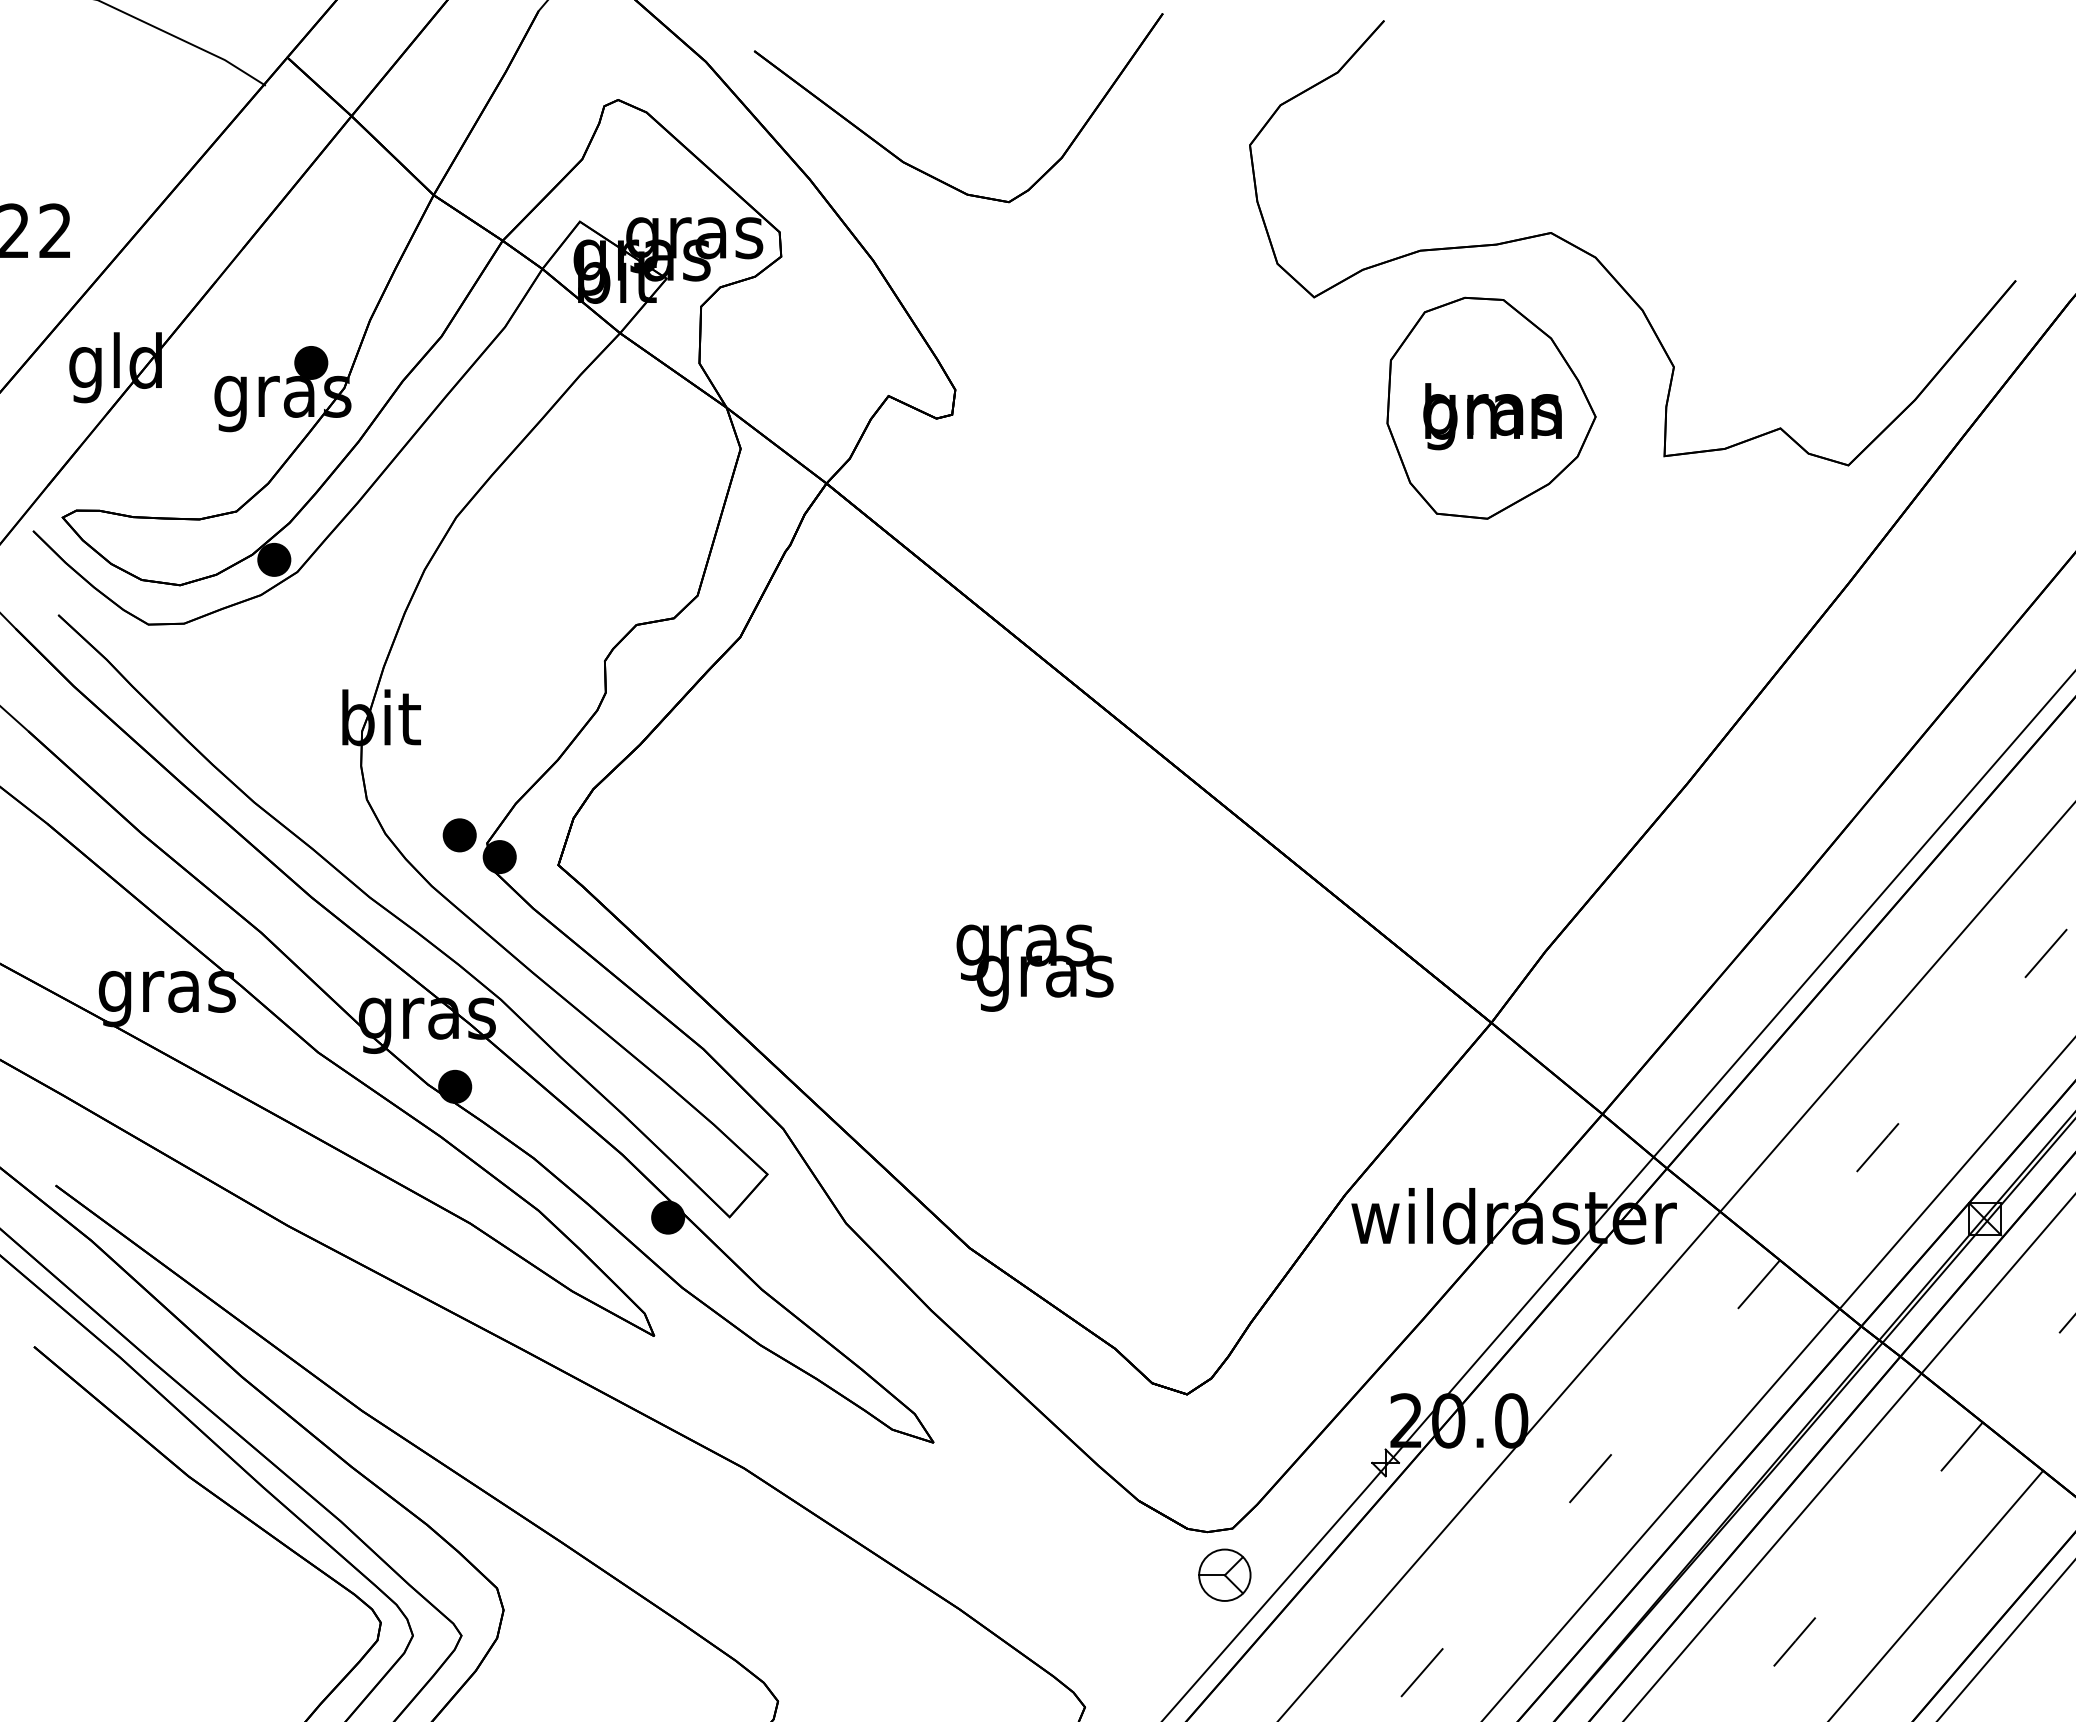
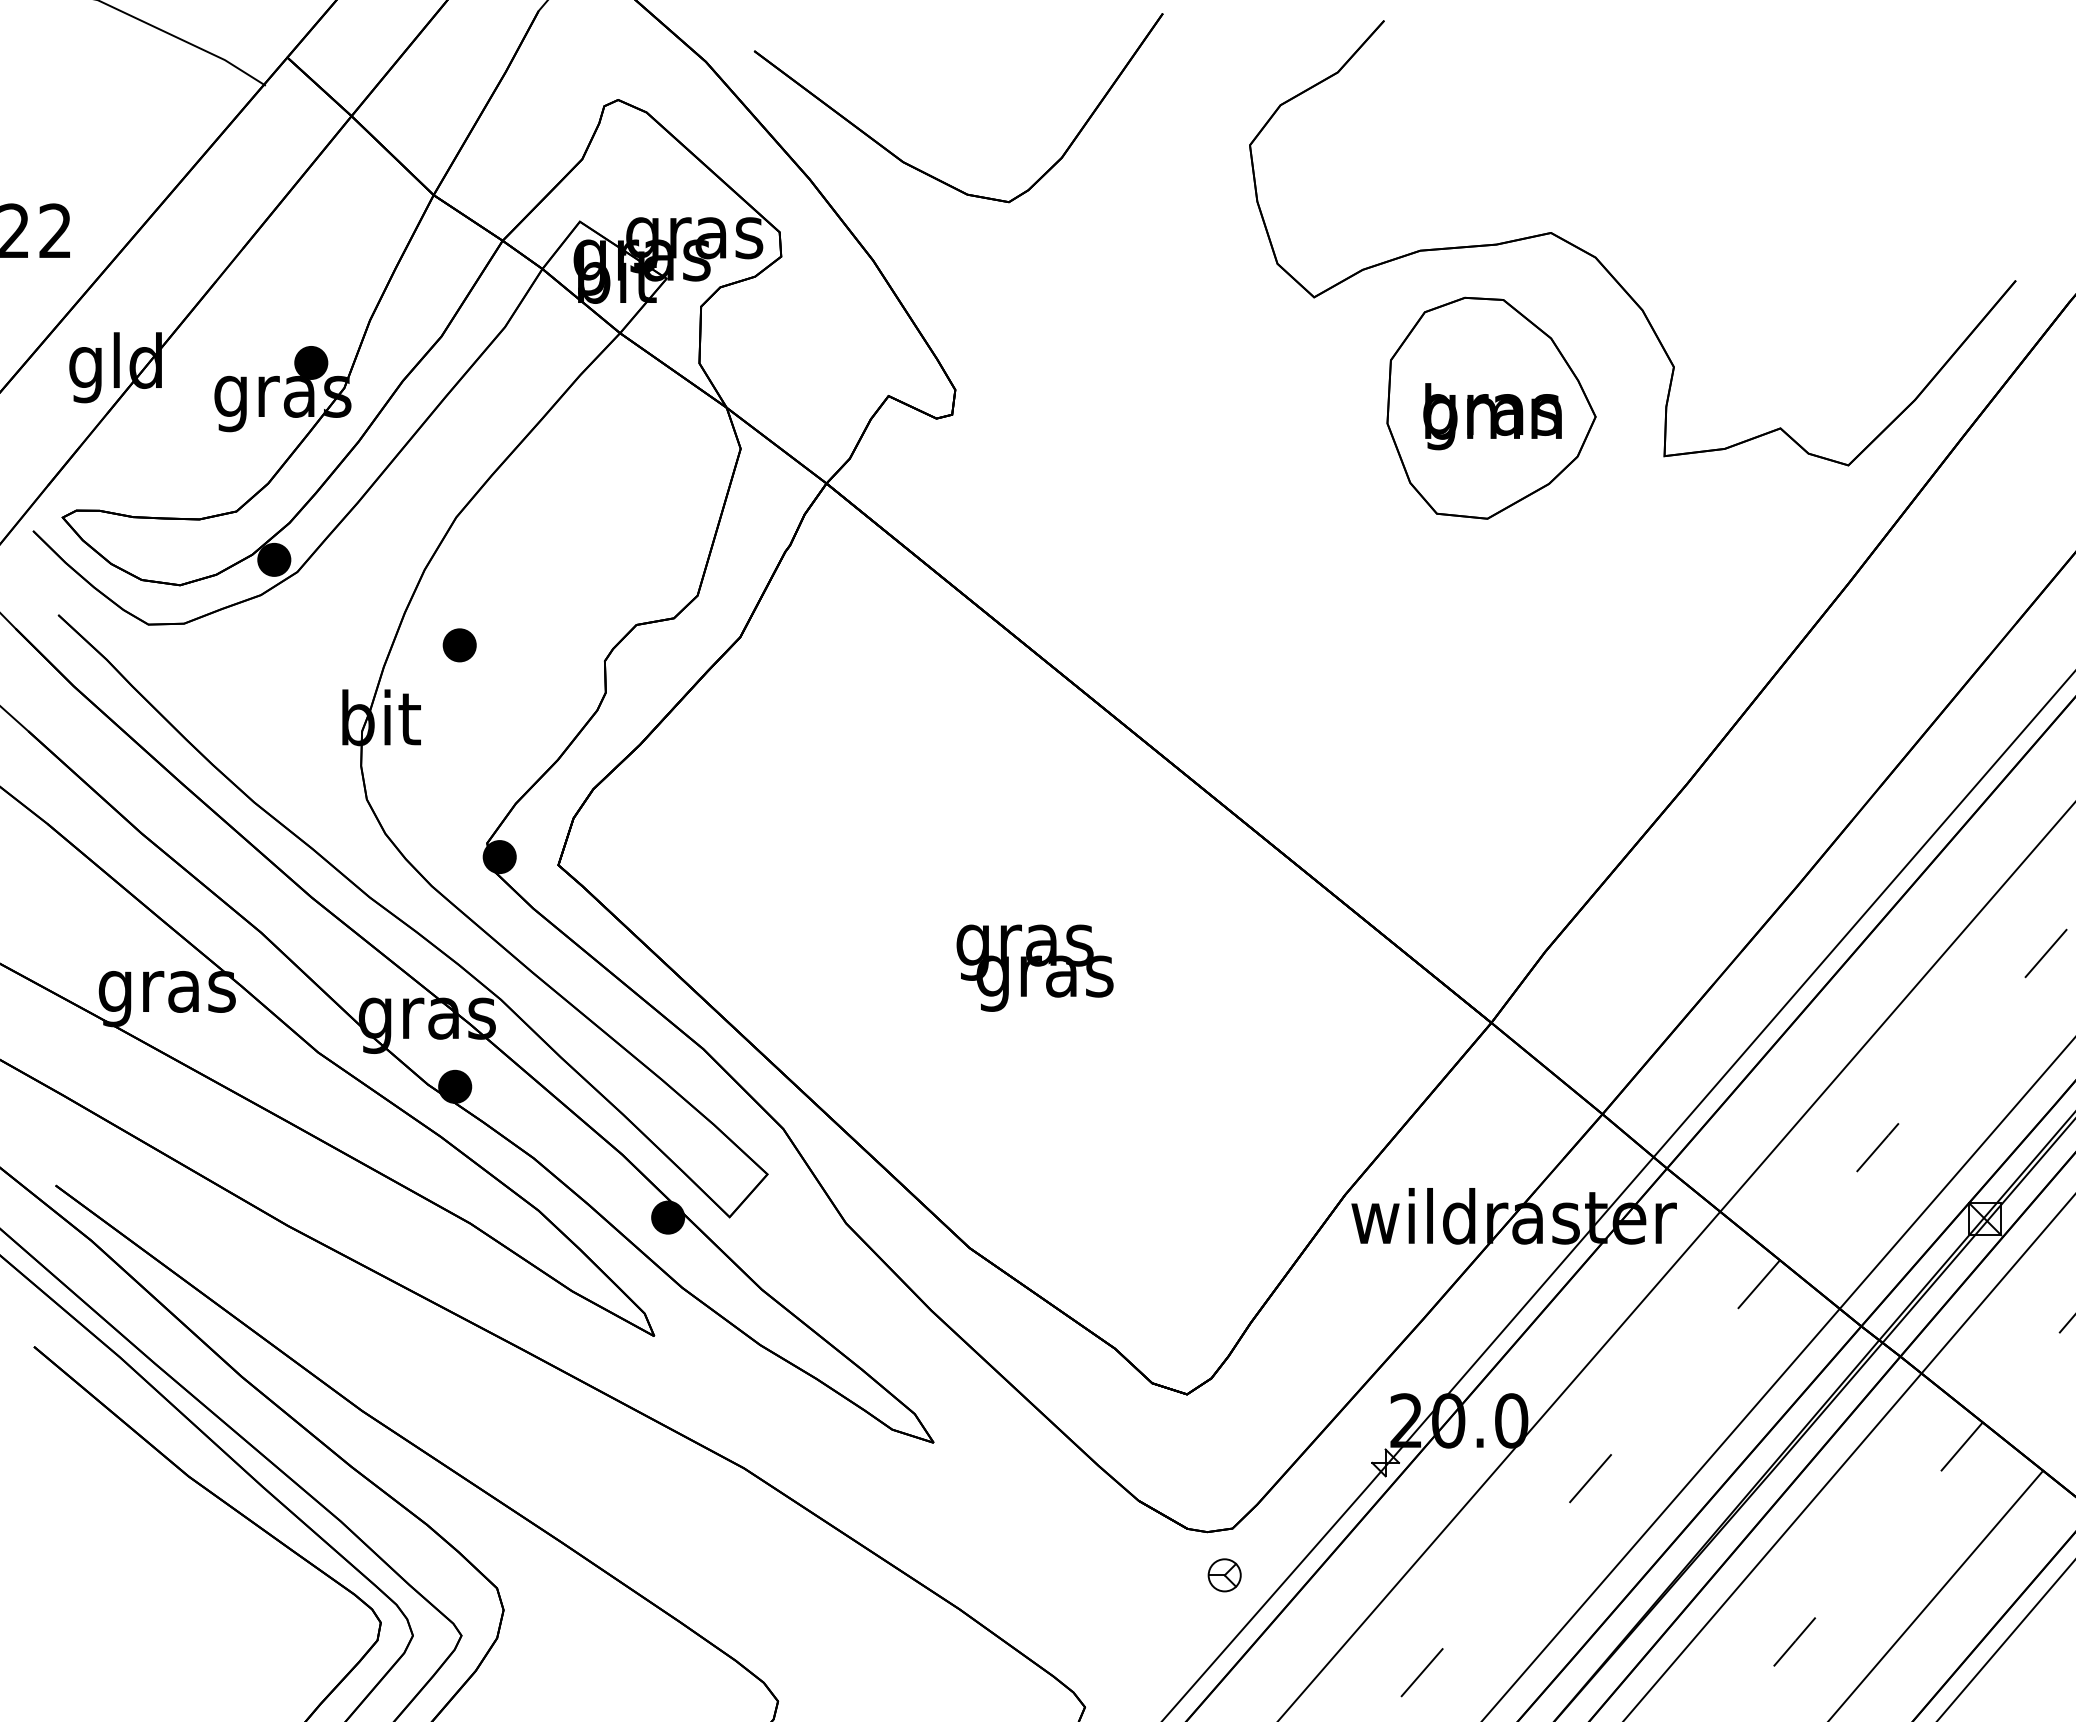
part at (459, 835) position: (459, 835) -> (459, 645)
part at (1224, 1574) size: 54x54 px -> 35x35 px
